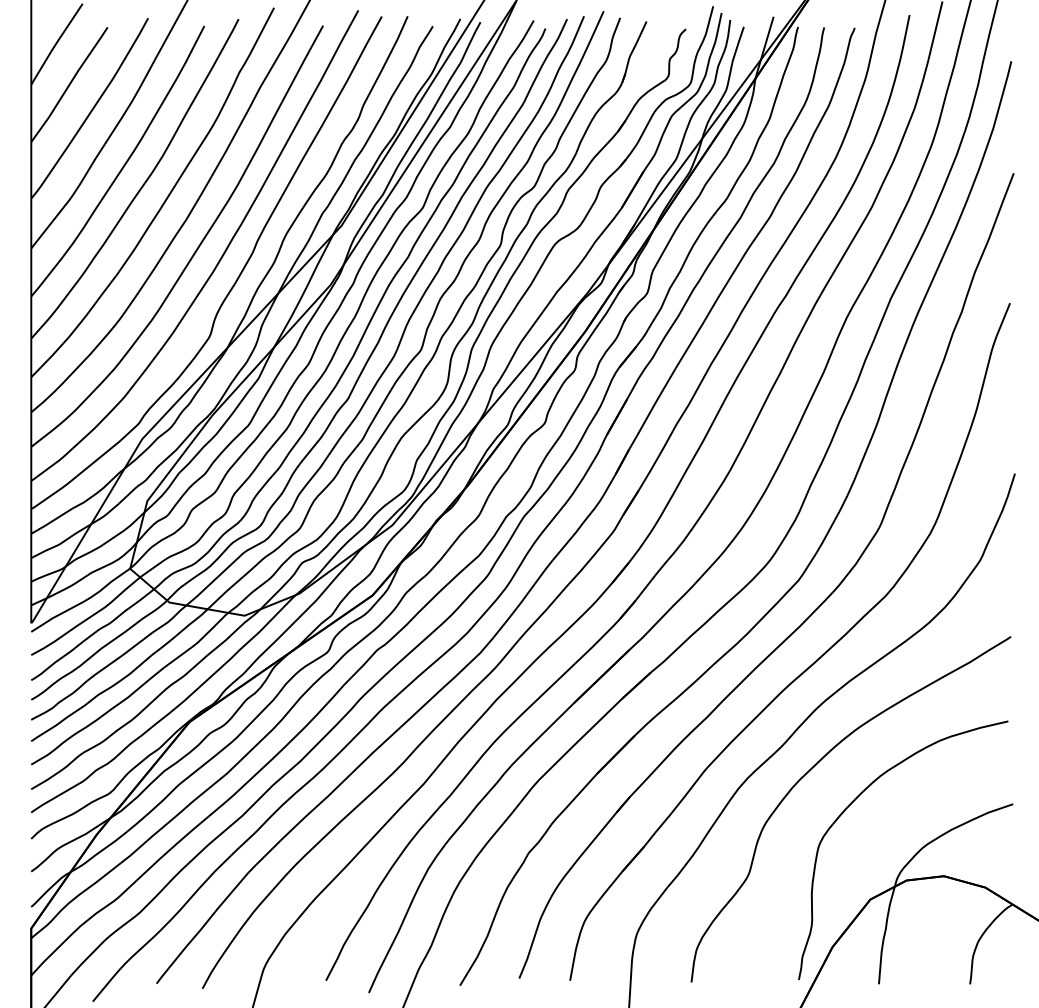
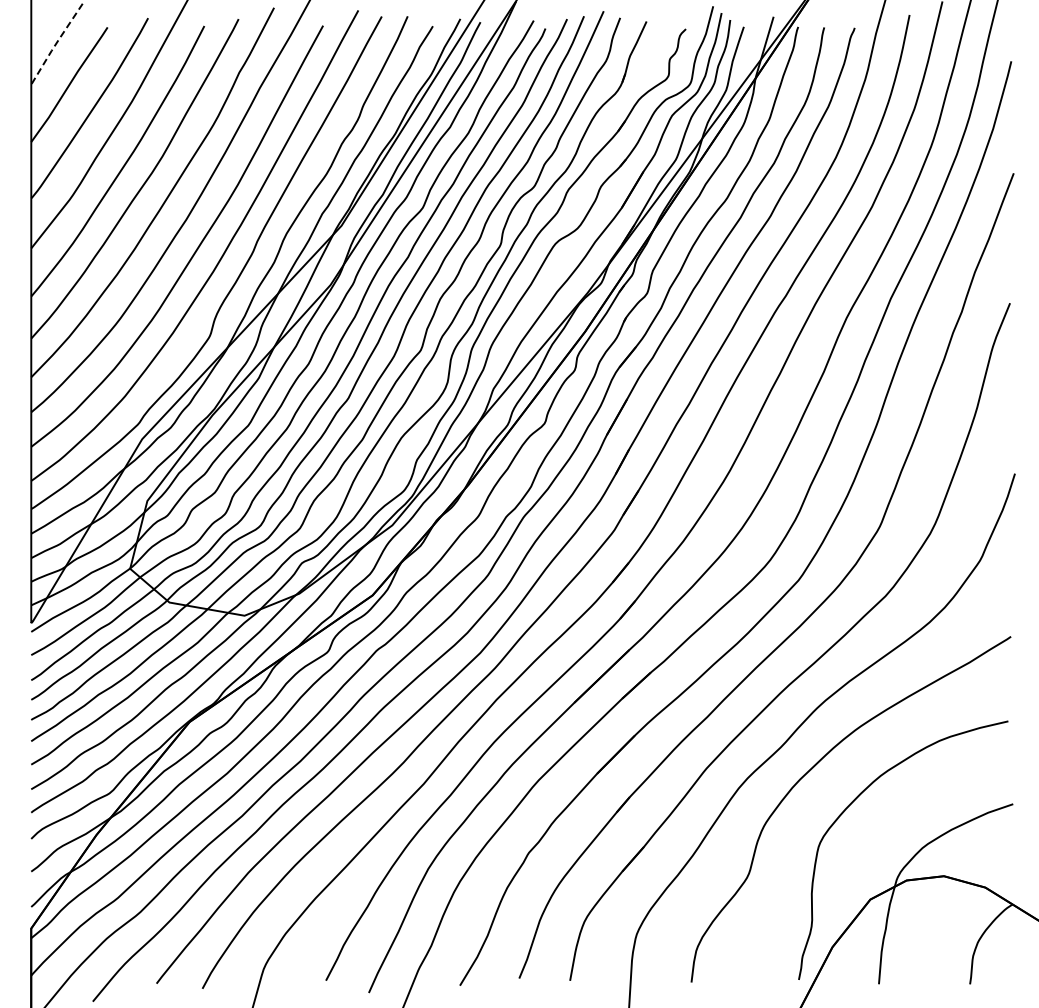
line at (55, 44): solid -> dashed
